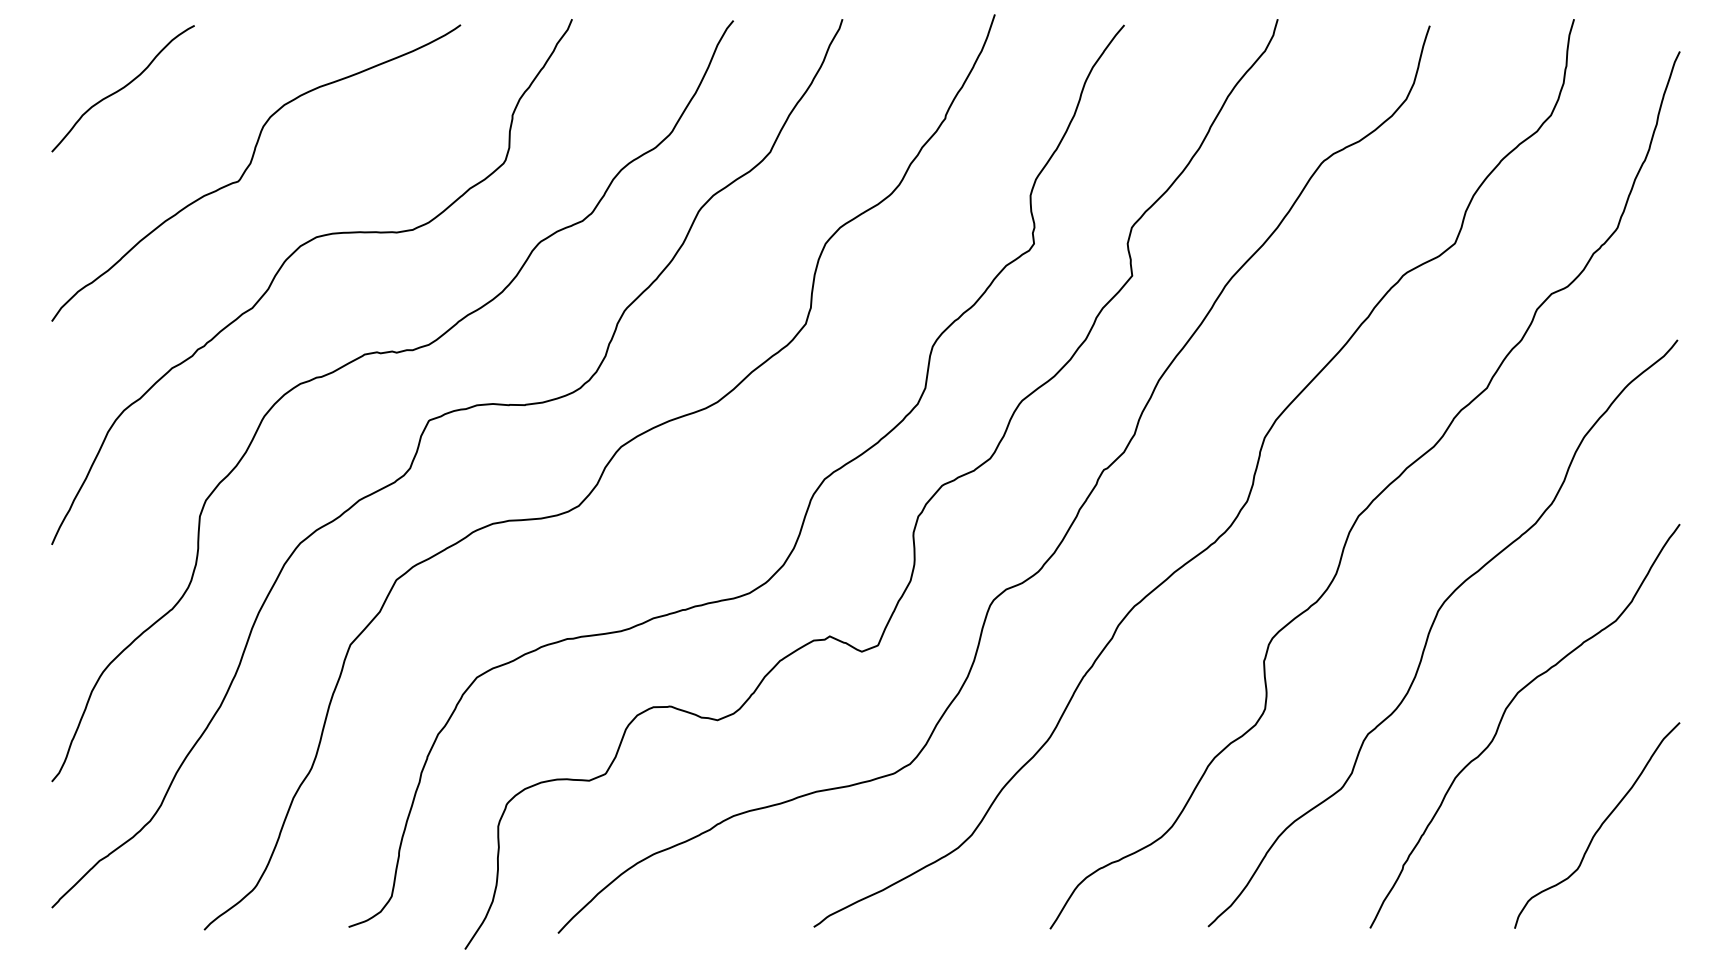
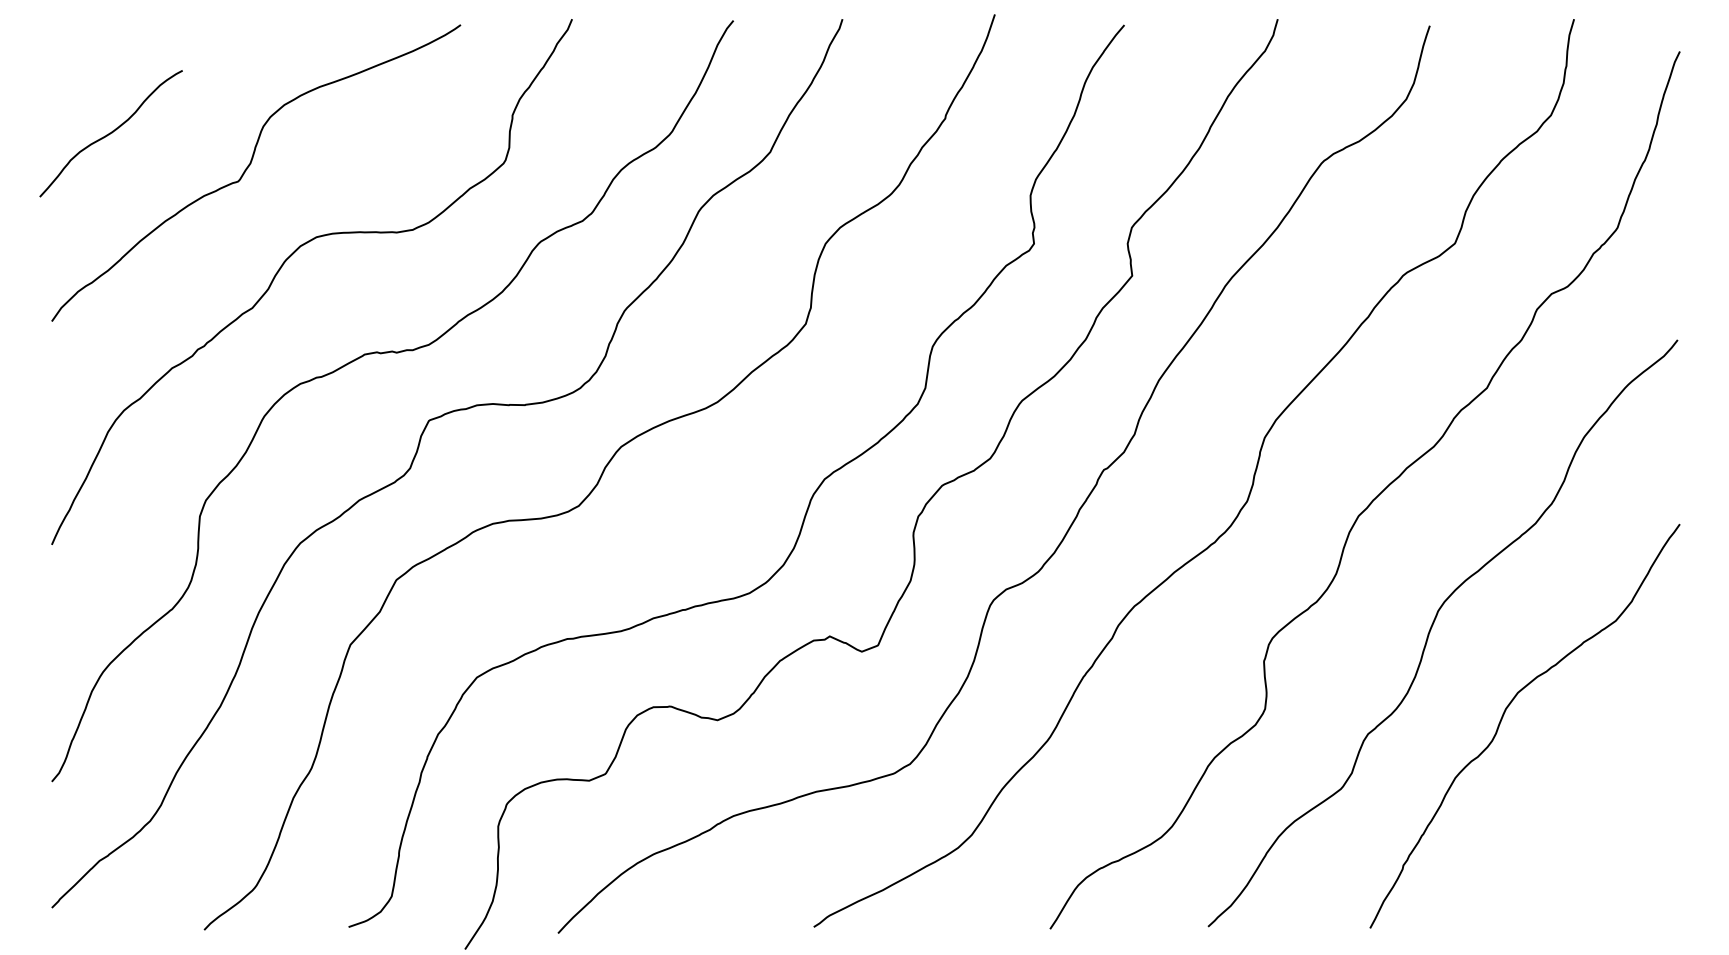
curve at (122, 88) position: (122, 88) -> (110, 133)
curve at (1599, 826): present -> none
